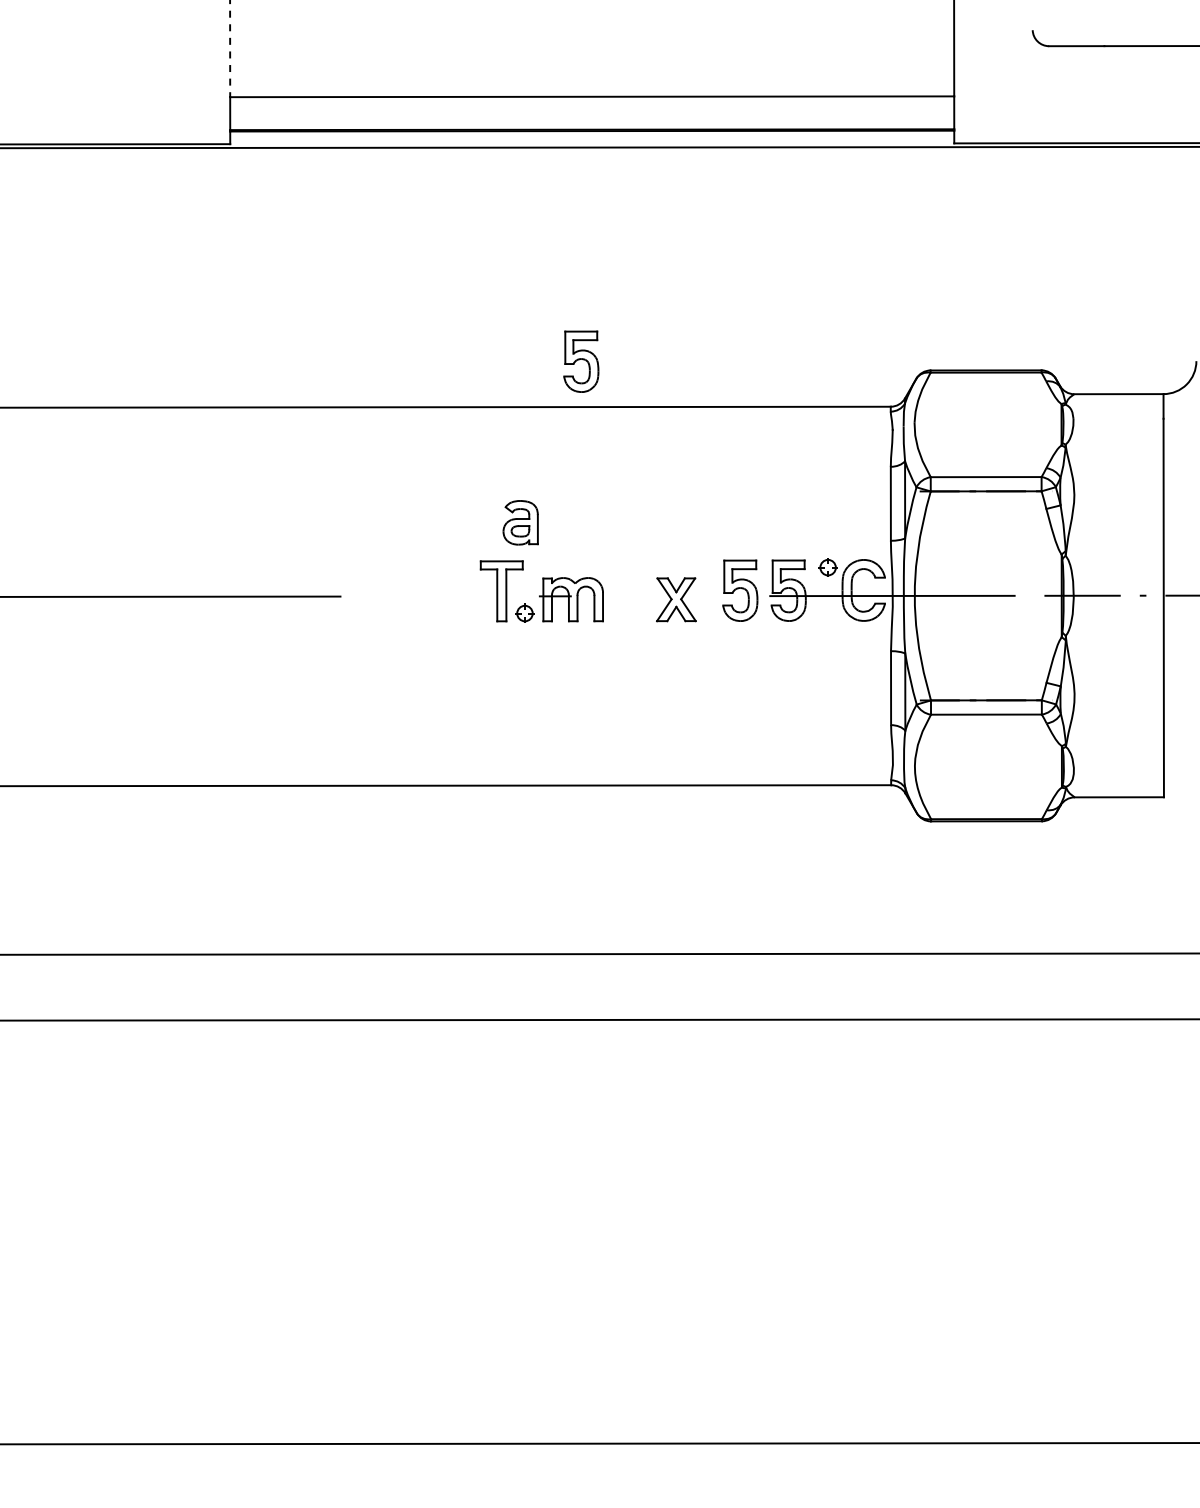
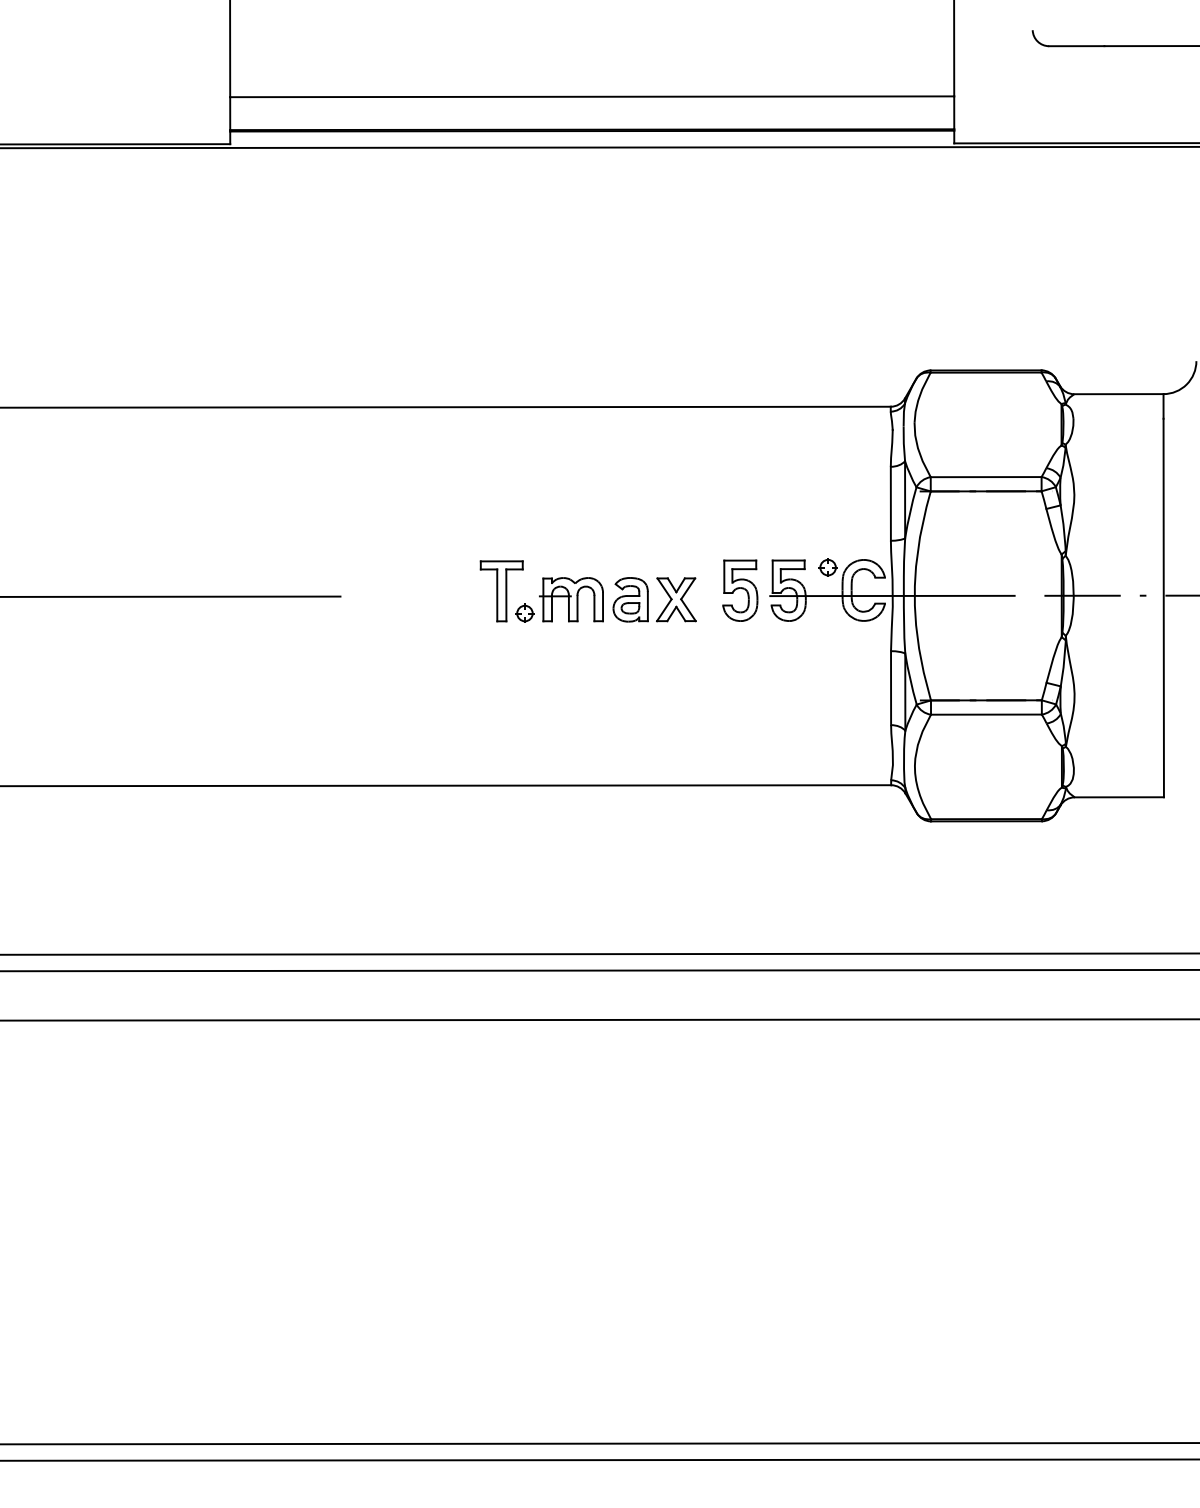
line at (230, 49): dashed -> solid
part at (581, 361): present -> none
part at (520, 522) position: (520, 522) -> (630, 599)
line at (599, 970): none -> present
line at (599, 1459): none -> present
